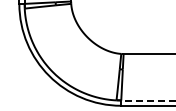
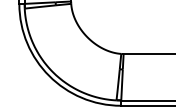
line at (148, 100): dashed -> solid
